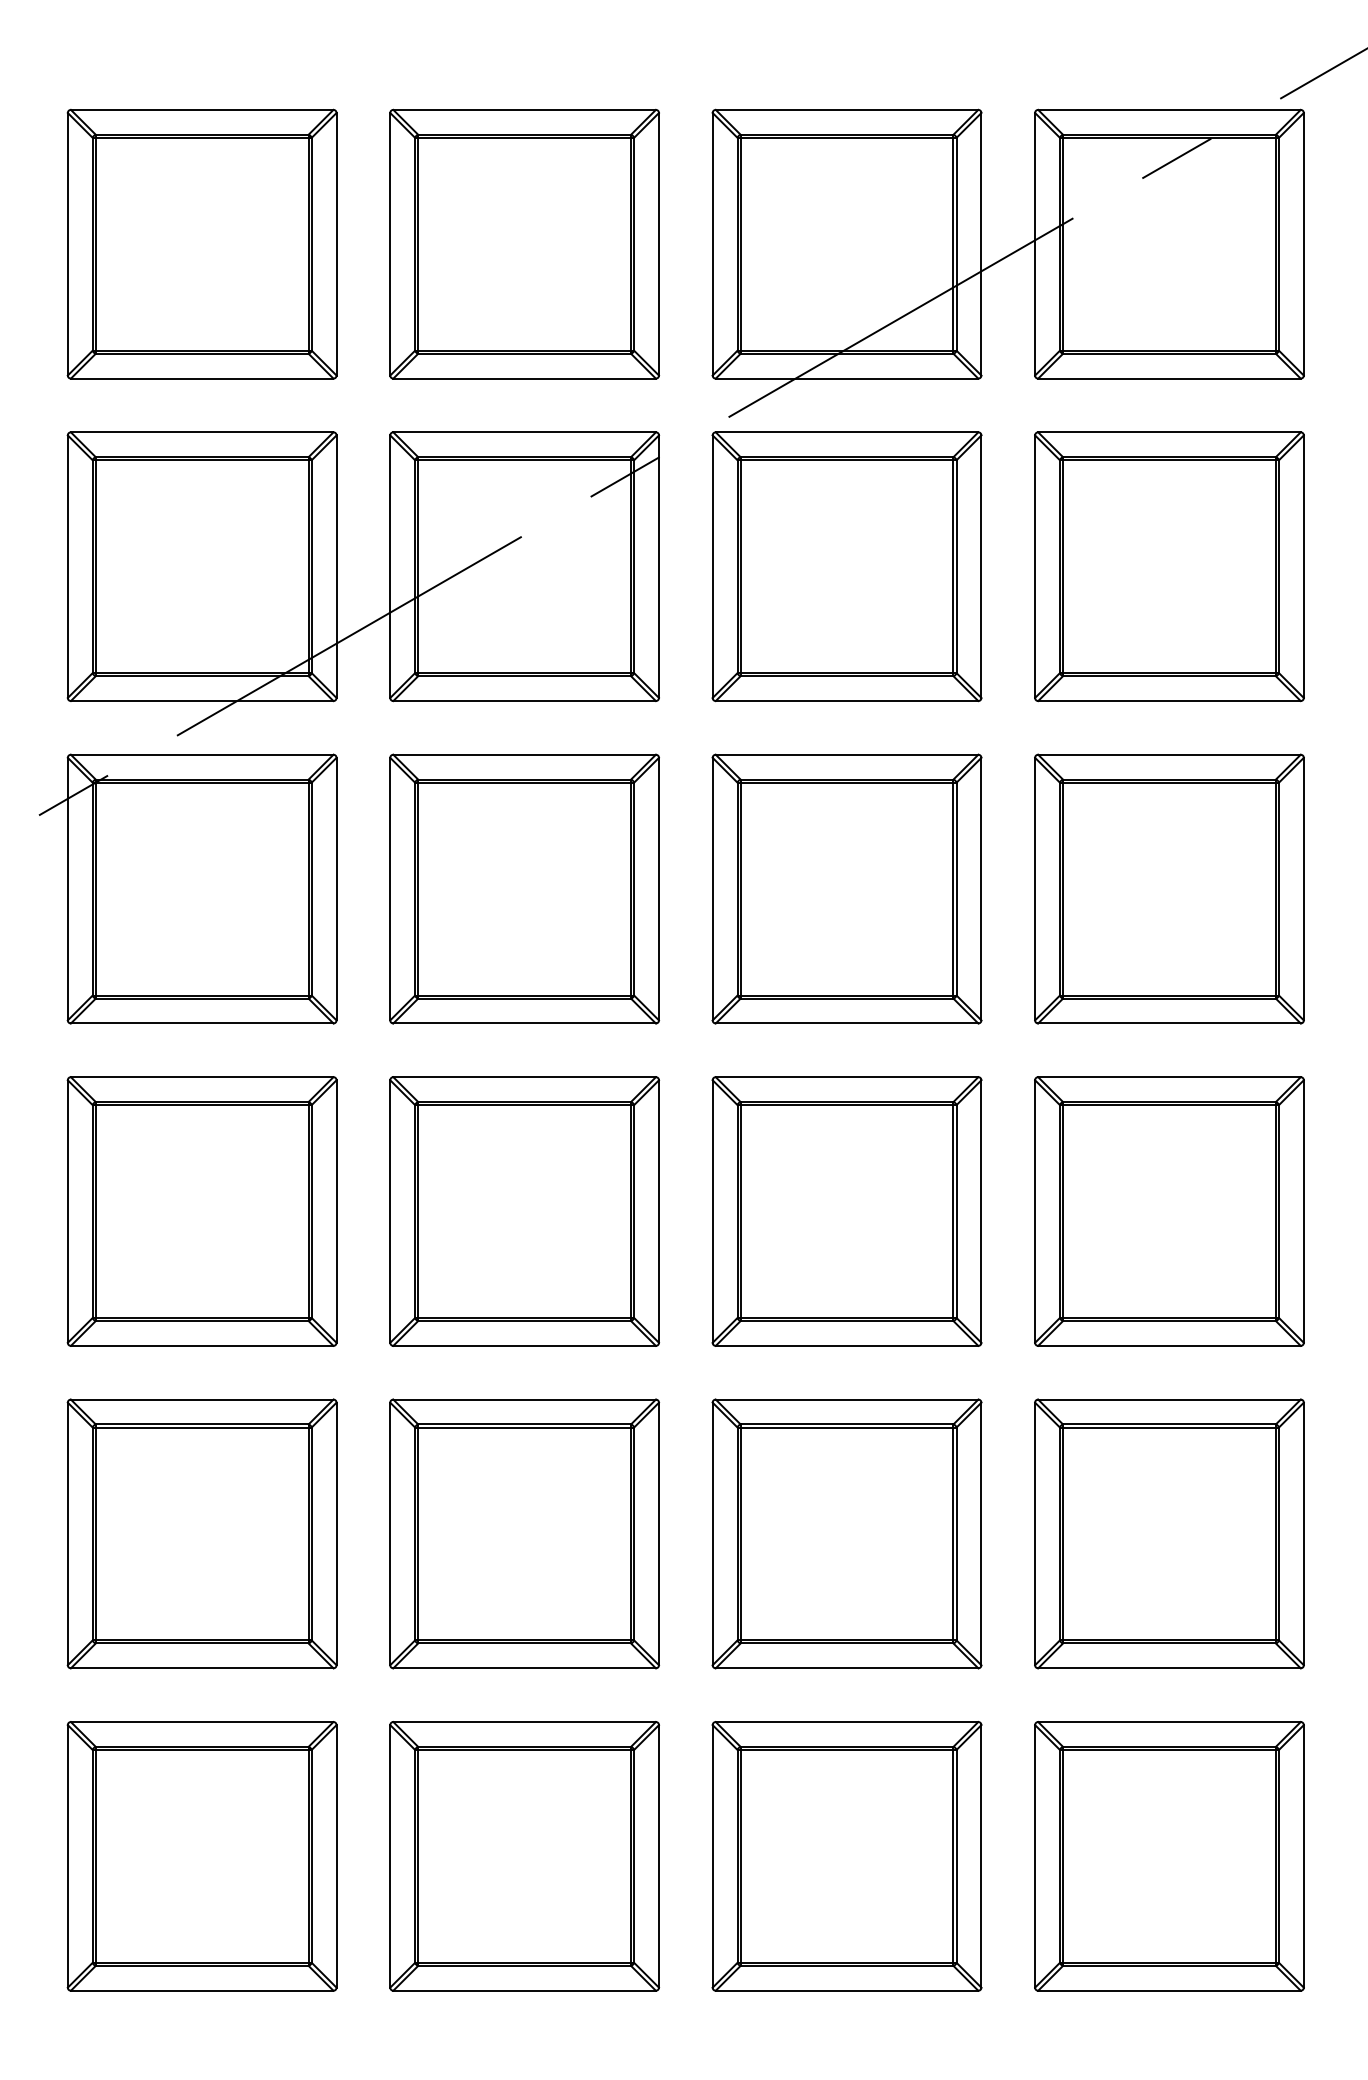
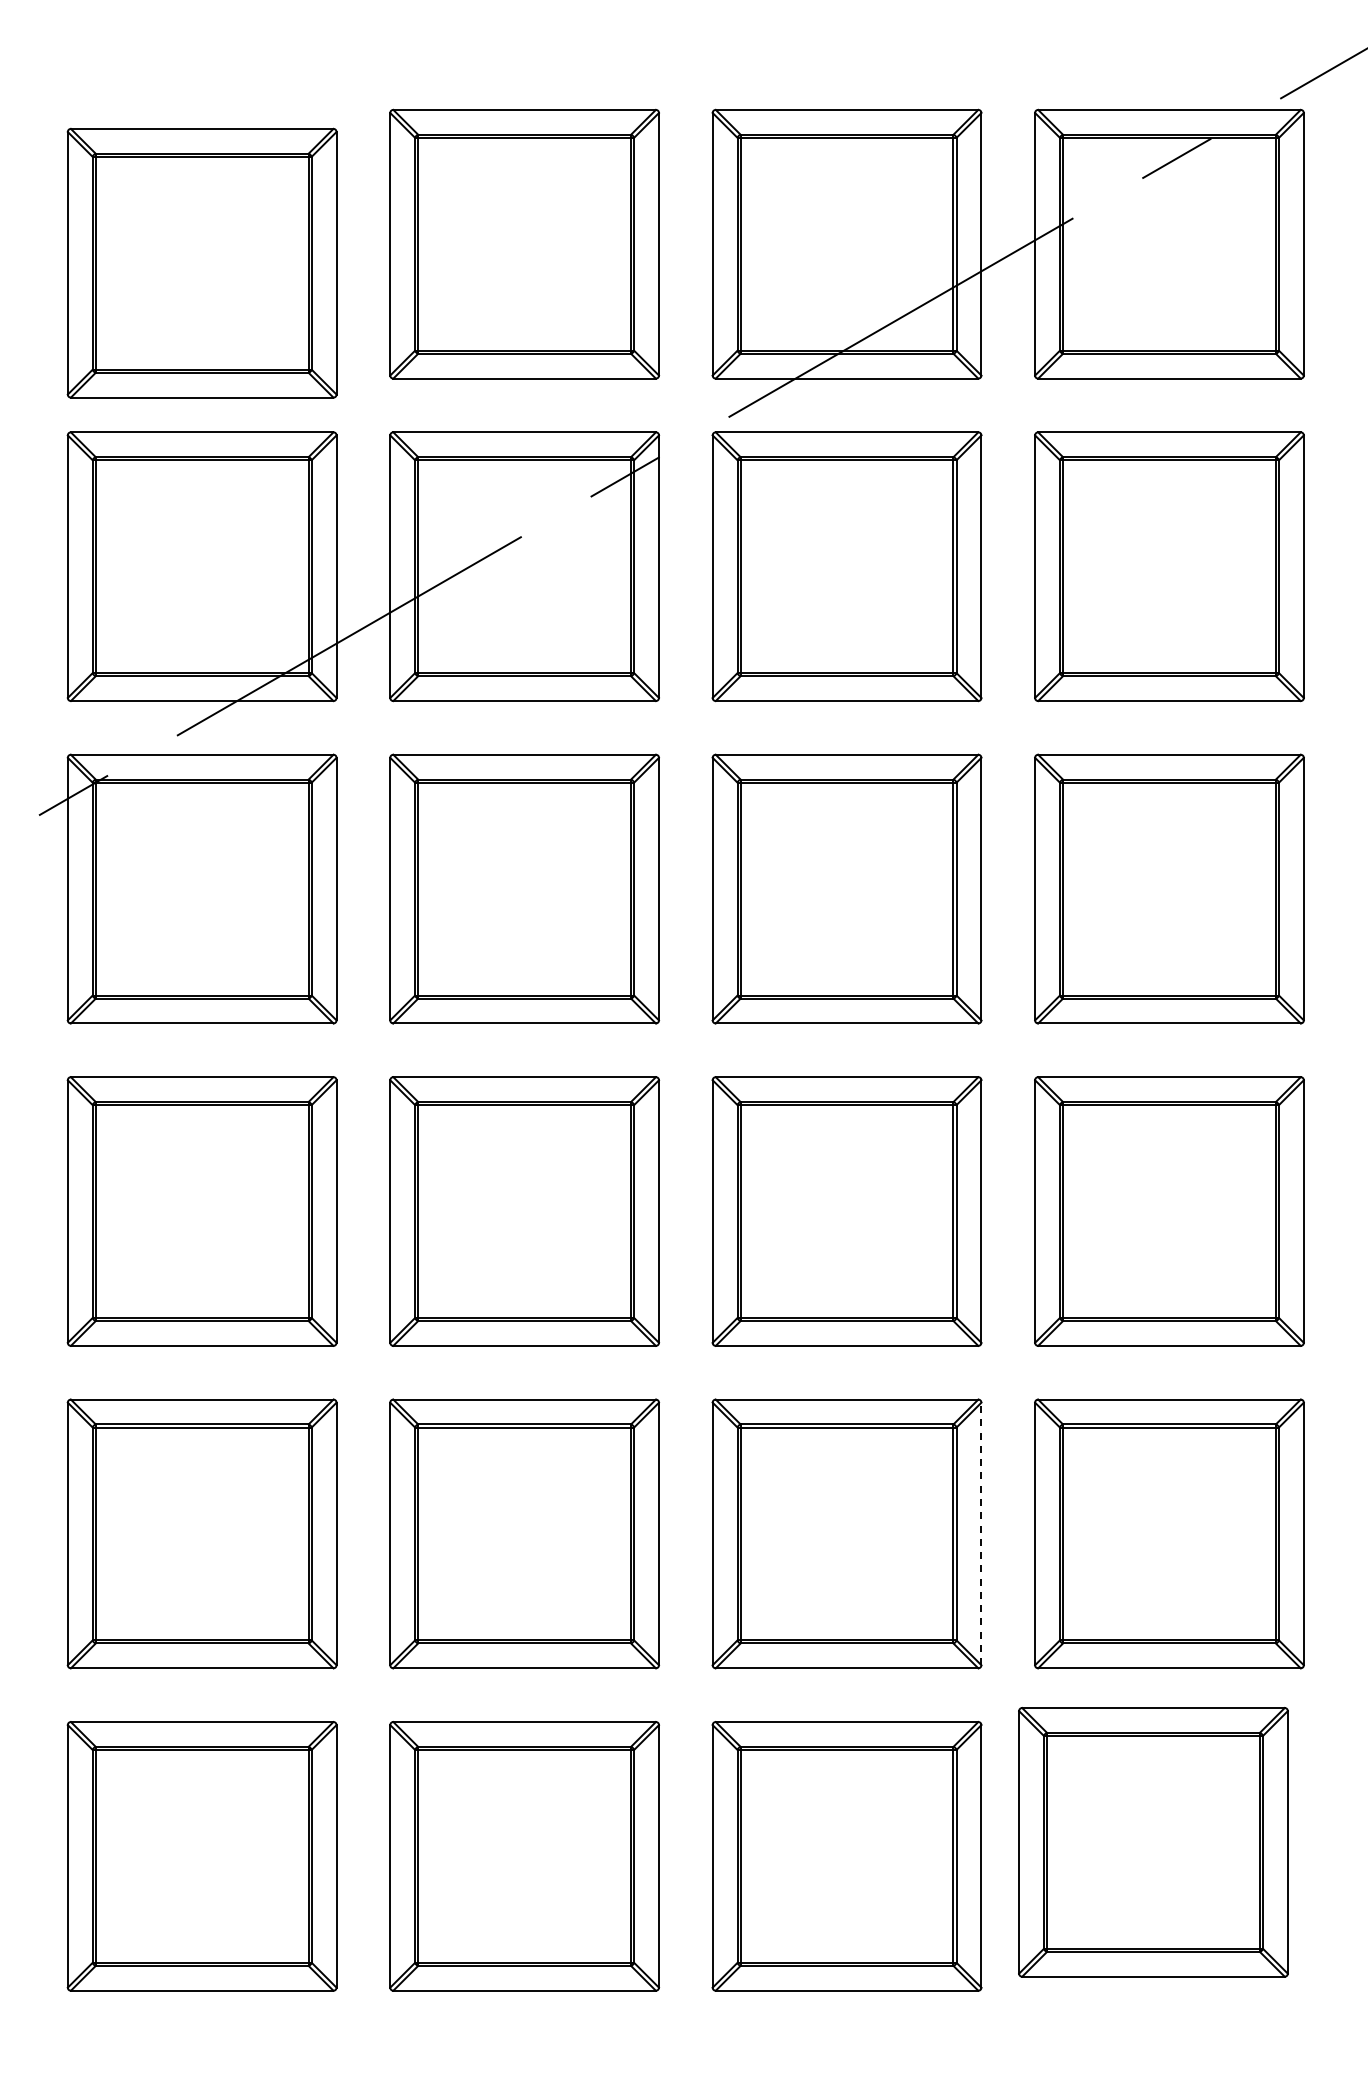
part at (201, 243) position: (201, 243) -> (201, 262)
line at (981, 1533): solid -> dashed
part at (1169, 1856) position: (1169, 1856) -> (1153, 1842)
